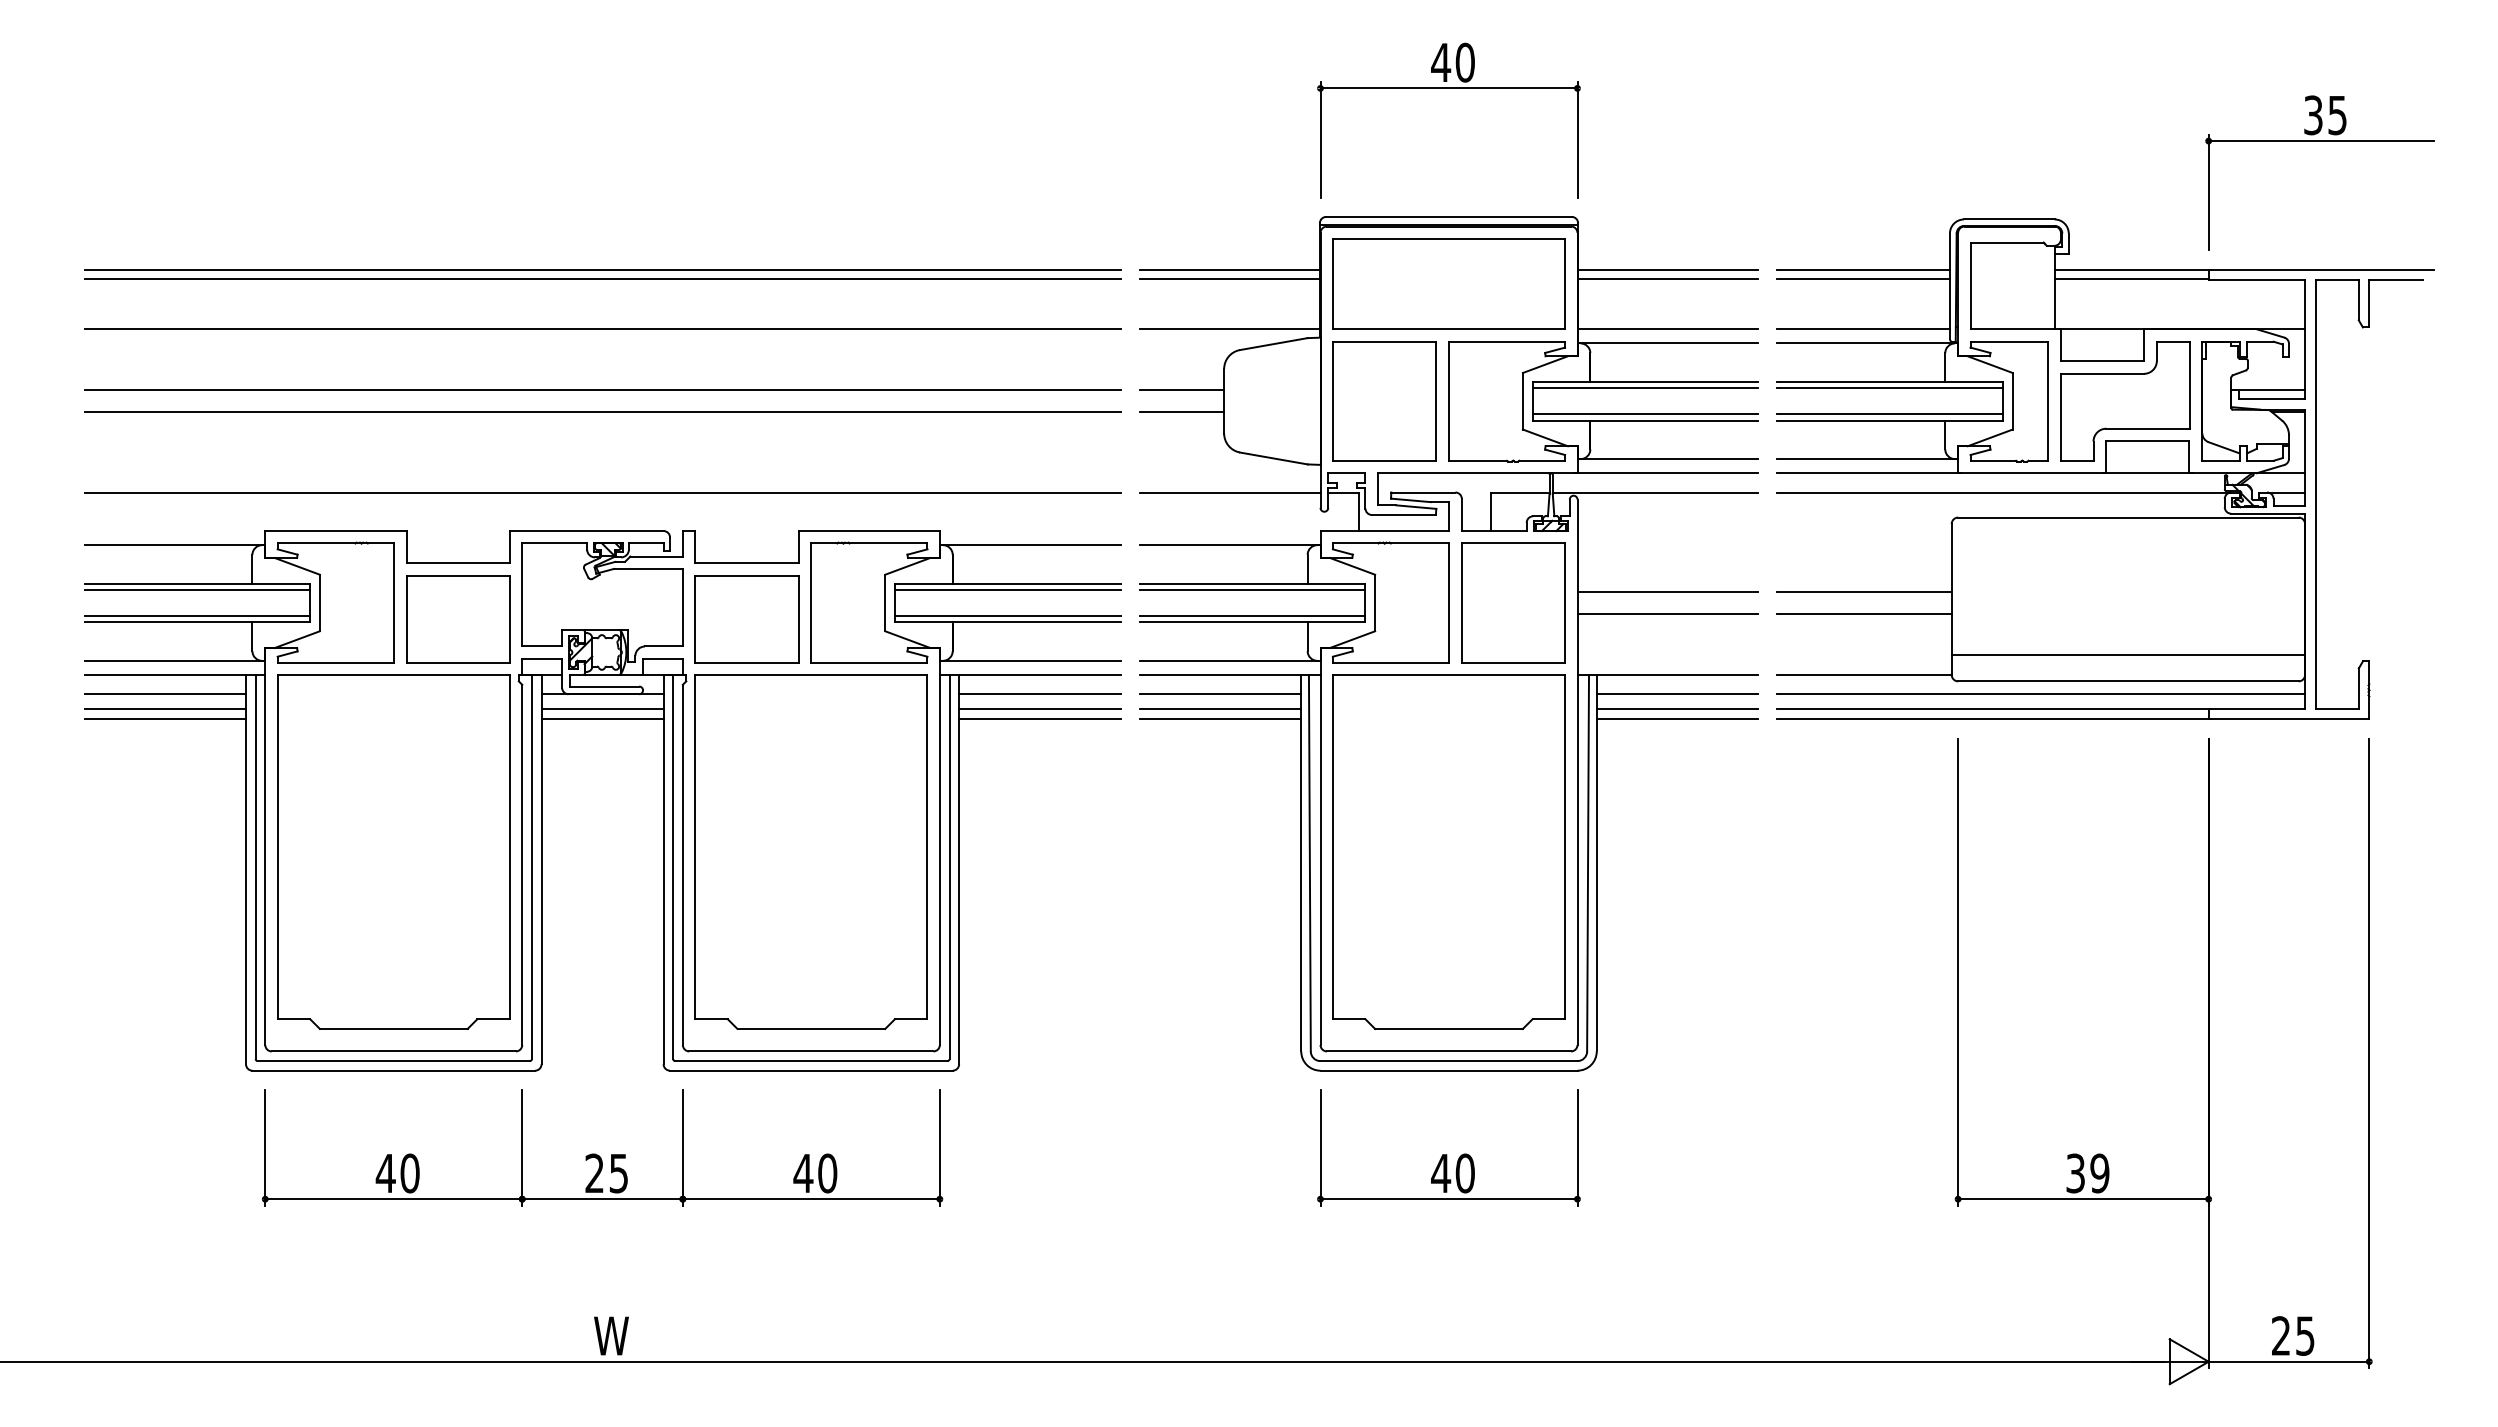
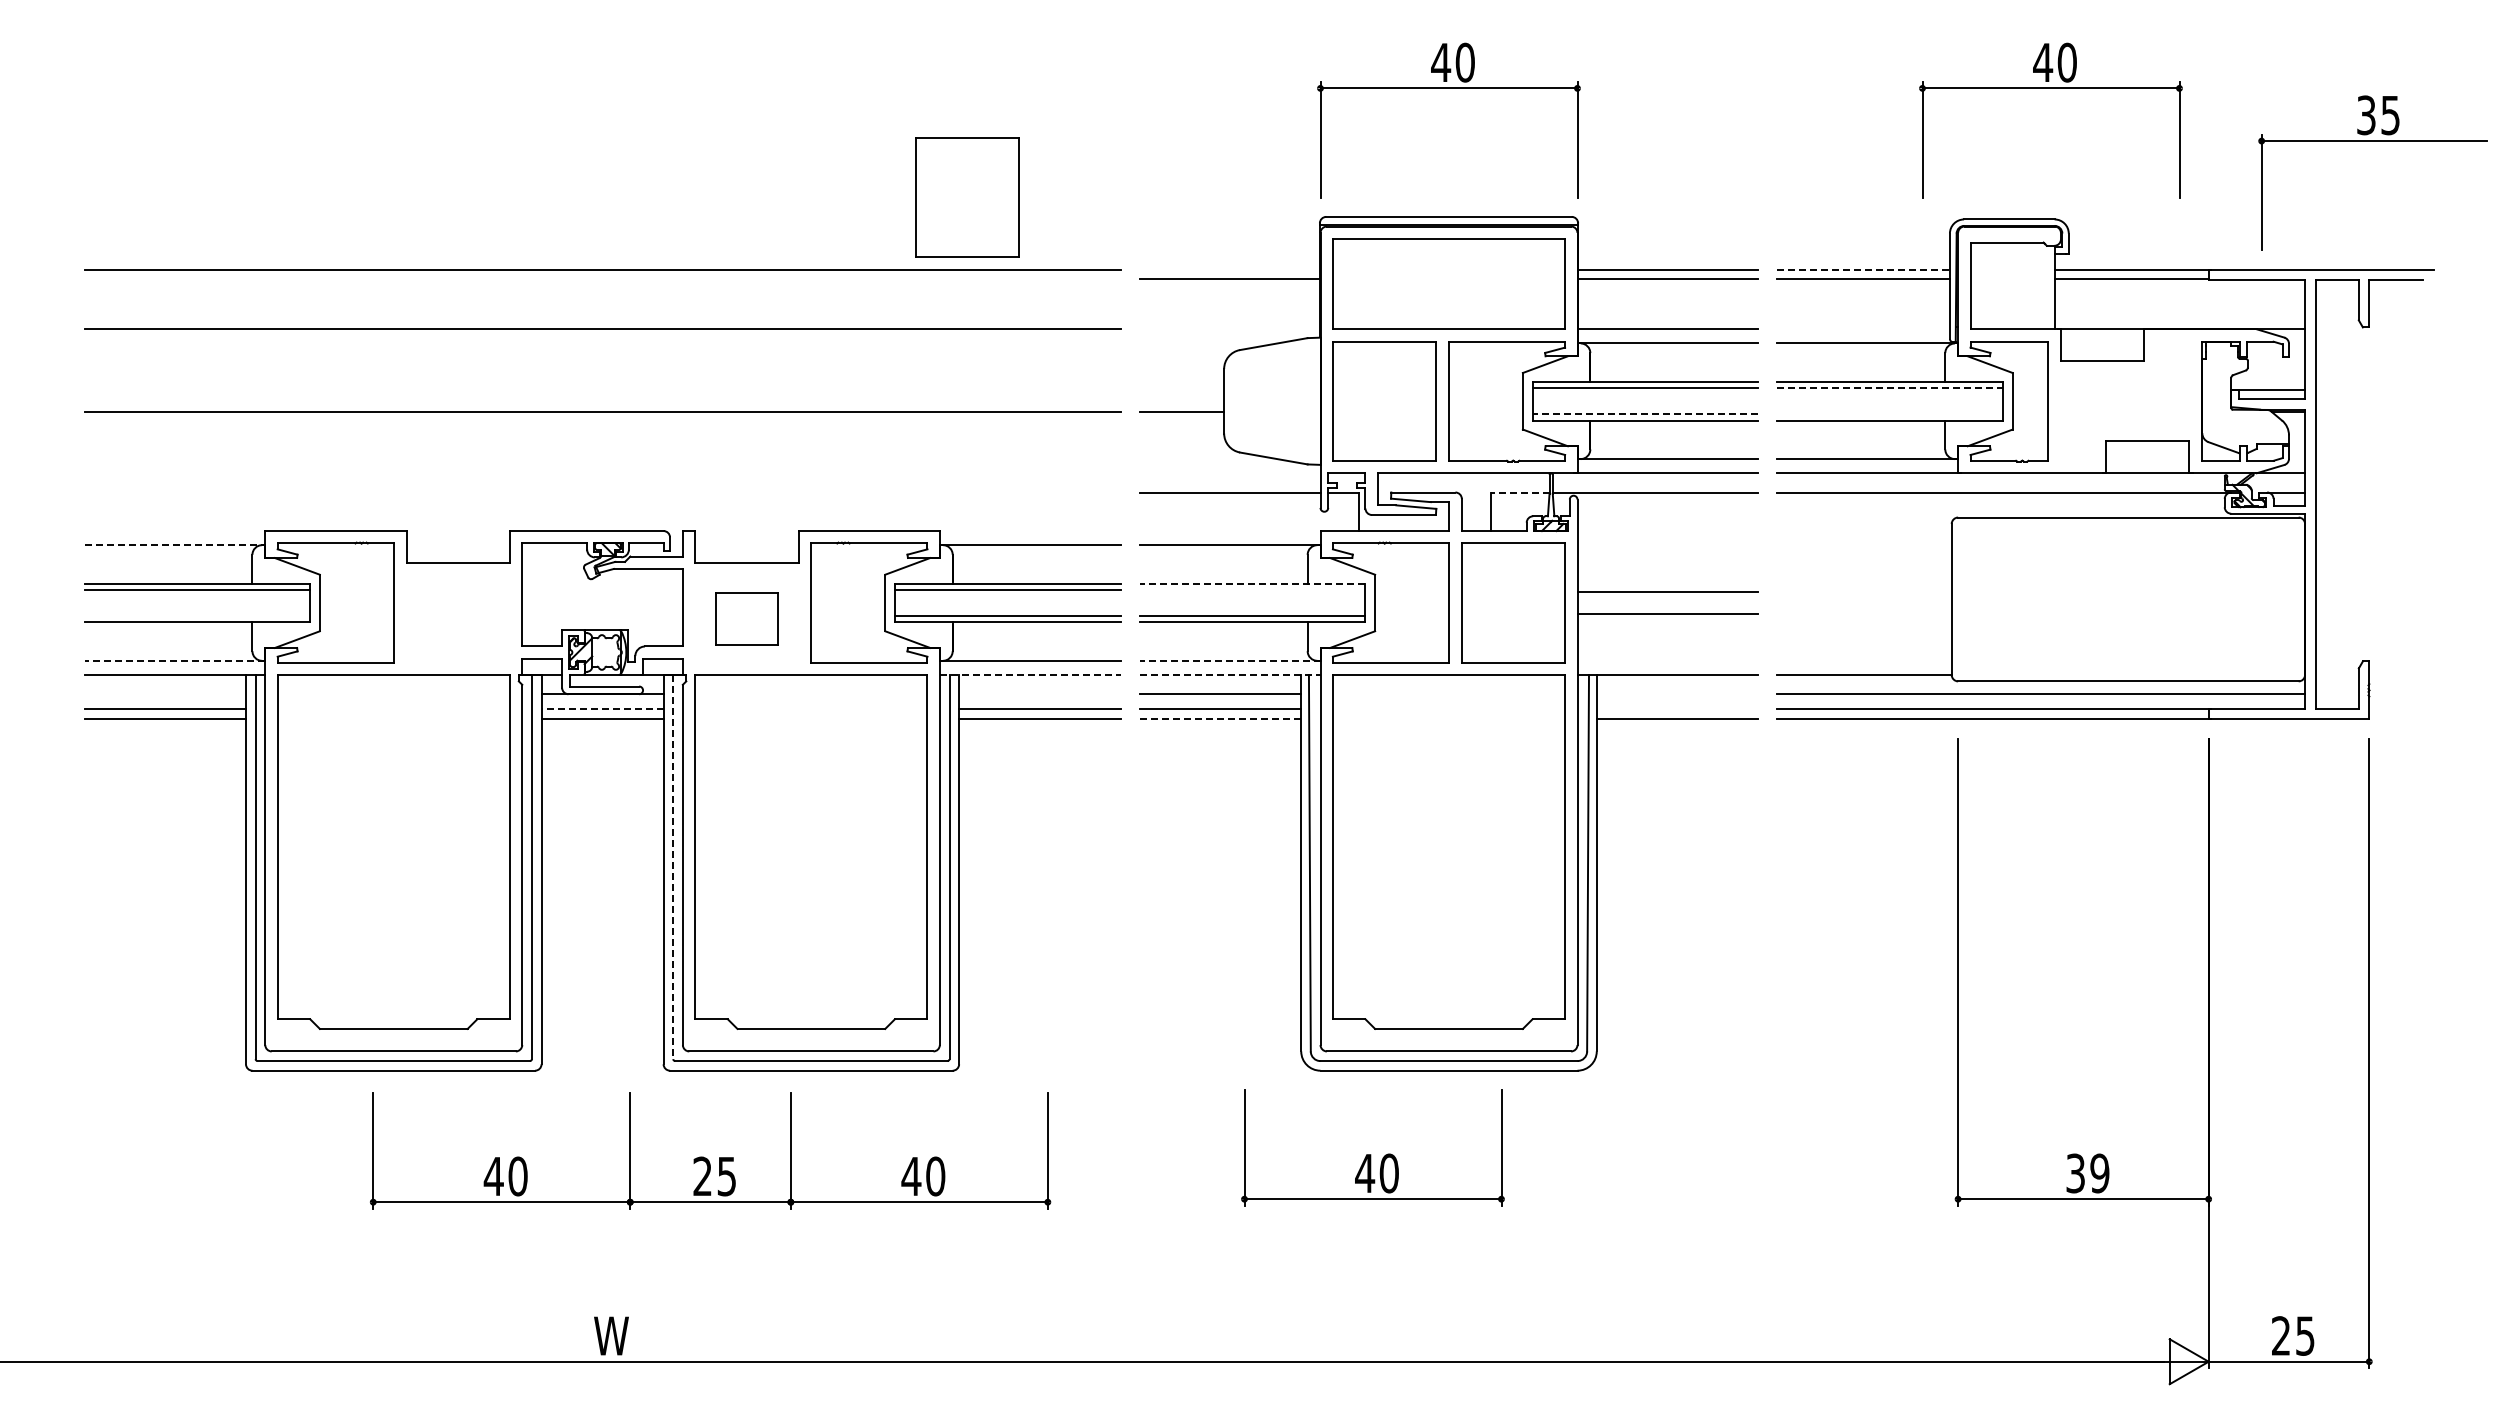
part at (2050, 88): none -> present
part at (2319, 141) position: (2319, 141) -> (2372, 141)
part at (967, 197): none -> present
line at (1229, 269): present -> none
line at (1864, 269): solid -> dashed
line at (602, 278): present -> none
line at (1229, 329): present -> none
line at (1863, 329): present -> none
line at (1890, 388): solid -> dashed
line at (602, 390): present -> none
line at (1181, 390): present -> none
part at (2125, 401): present -> none
line at (1645, 414): solid -> dashed
line at (1890, 414): present -> none
line at (602, 492): present -> none
line at (1519, 492): solid -> dashed
line at (175, 545): solid -> dashed
line at (1252, 583): solid -> dashed
line at (1252, 590): present -> none
line at (1864, 592): present -> none
line at (1864, 613): present -> none
line at (197, 615): present -> none
part at (458, 619): present -> none
part at (746, 619) size: 106x89 px -> 64x54 px
line at (2128, 655): present -> none
line at (174, 660): solid -> dashed
line at (1229, 660): solid -> dashed
line at (1030, 674): solid -> dashed
line at (1230, 674): solid -> dashed
line at (165, 694): present -> none
line at (1039, 694): present -> none
line at (1677, 694): present -> none
line at (602, 708): solid -> dashed
line at (1677, 708): present -> none
line at (1220, 719): solid -> dashed
line at (673, 867): solid -> dashed
part at (1447, 1154) position: (1447, 1154) -> (1371, 1154)
part at (599, 1155) position: (599, 1155) -> (707, 1158)
